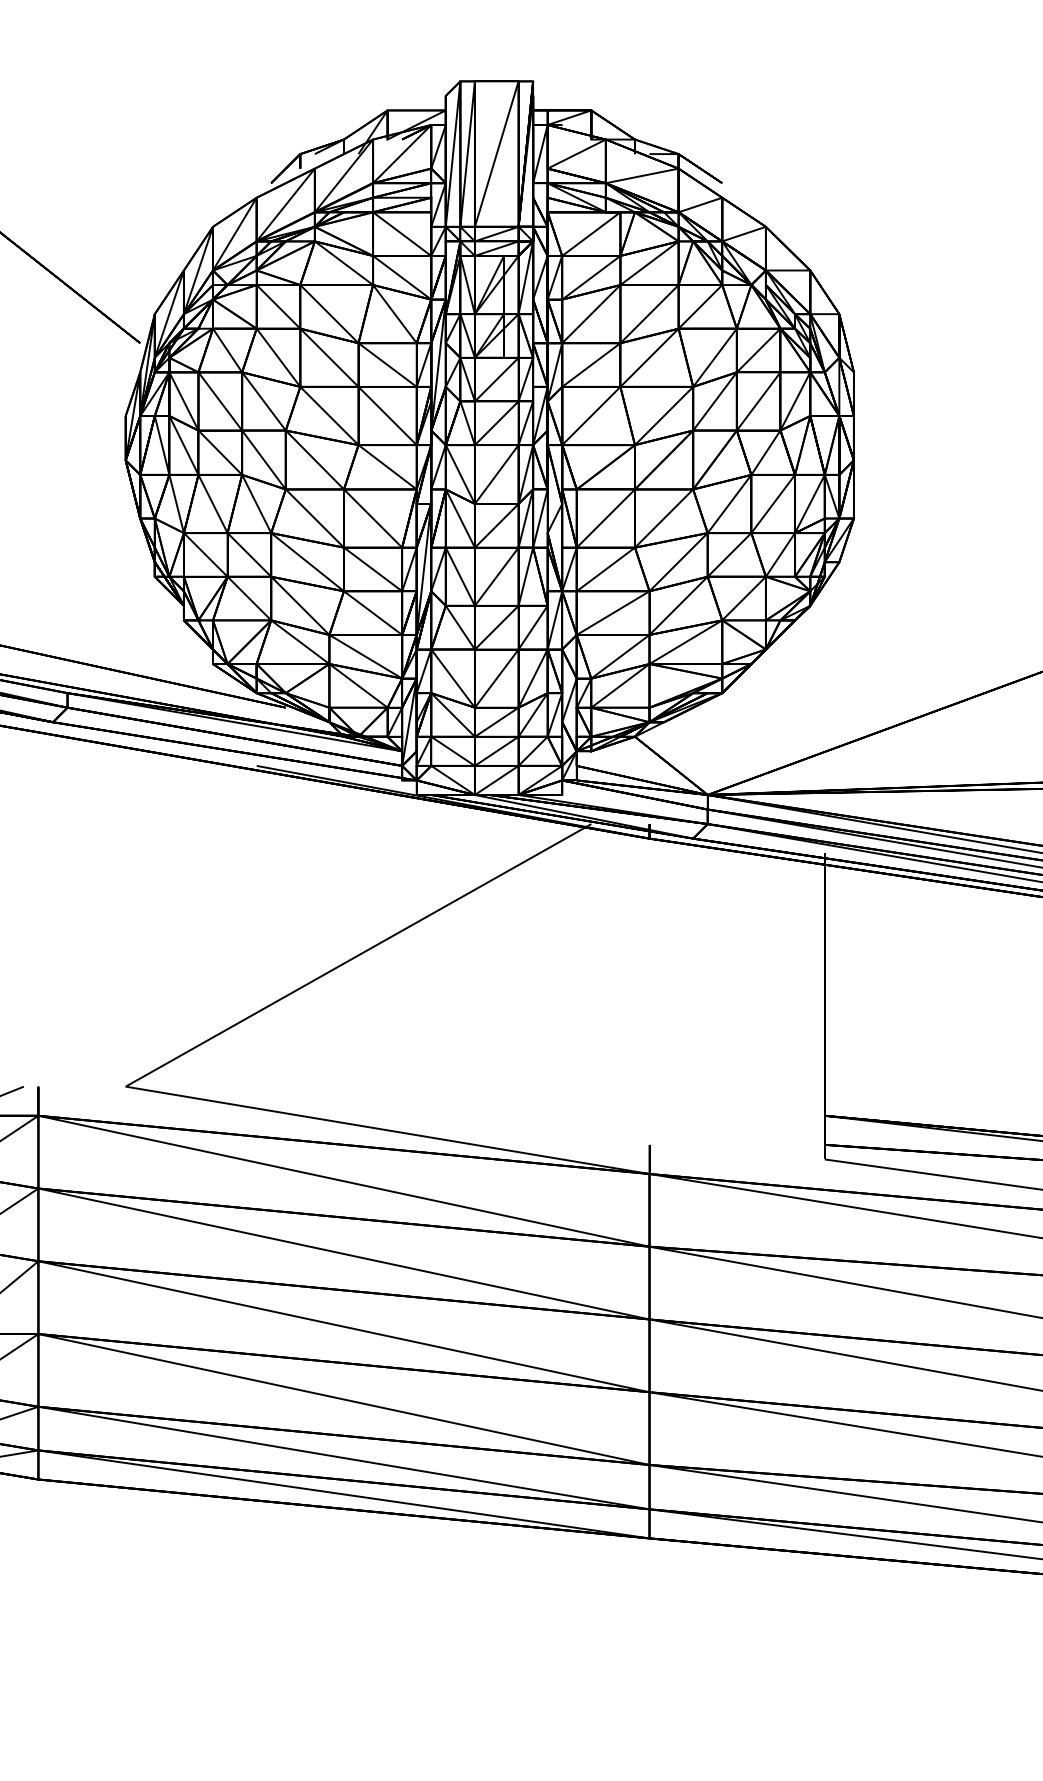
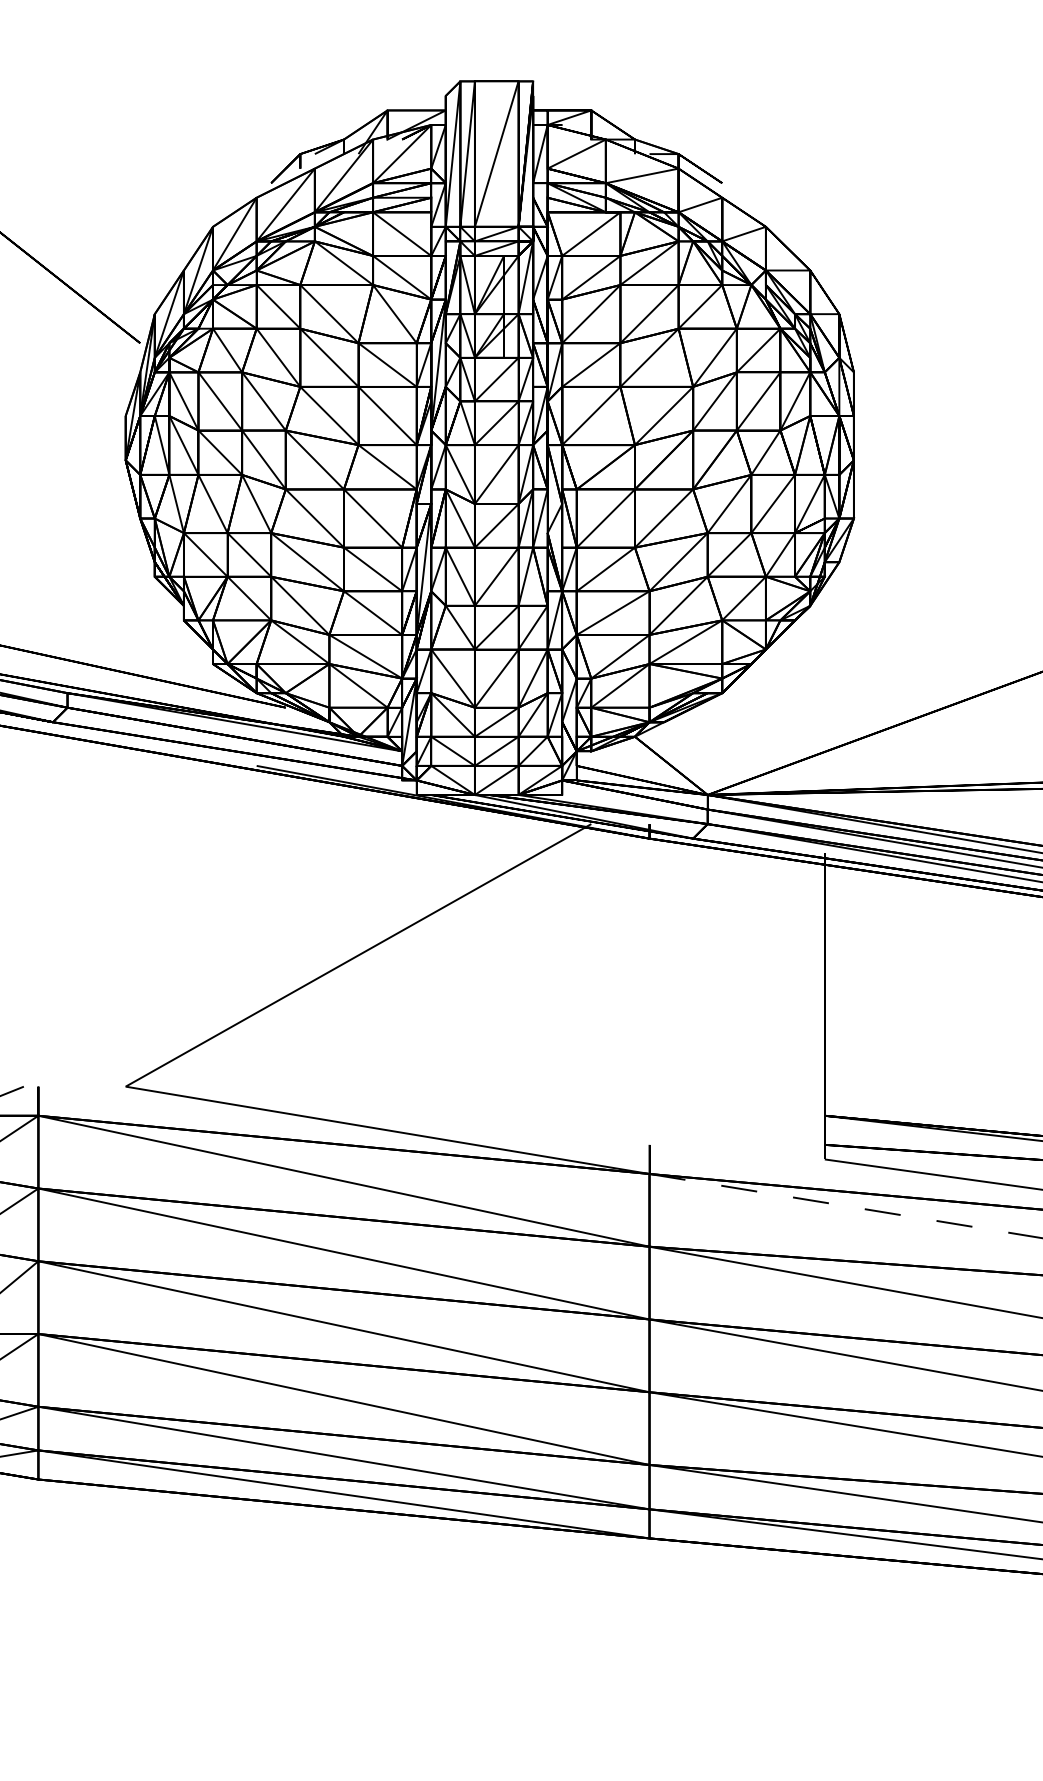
line at (845, 1206): solid -> dashed
